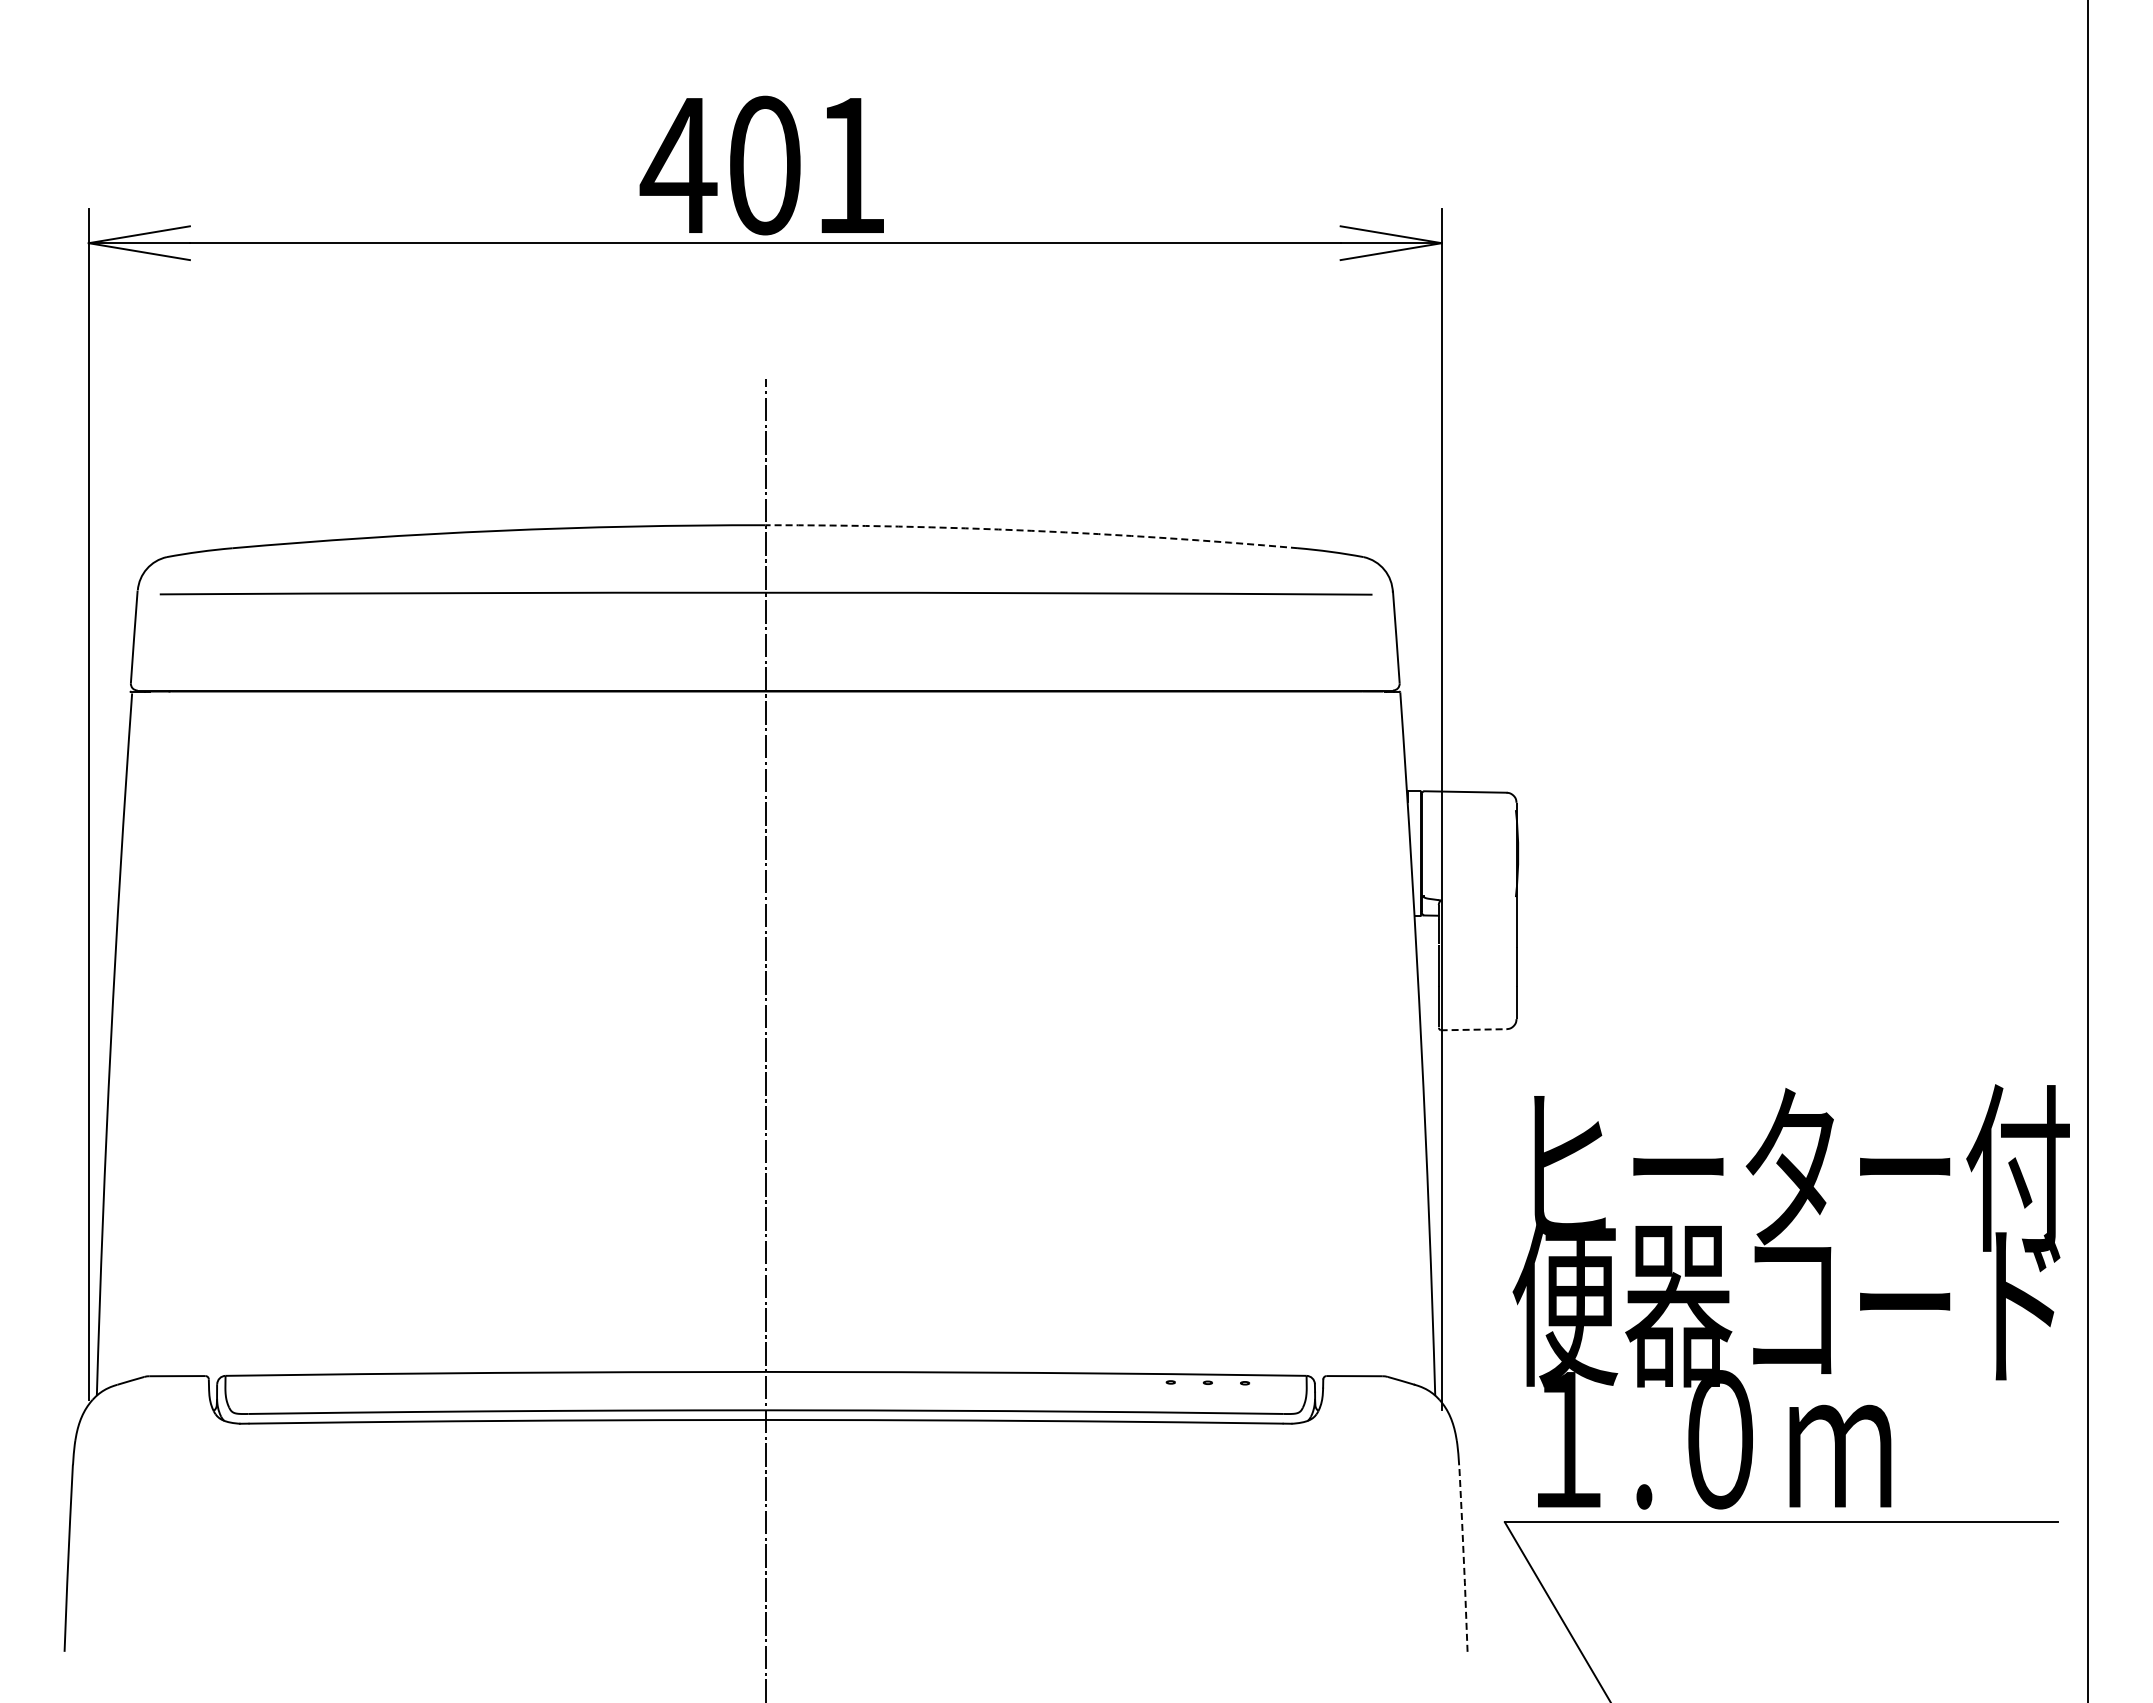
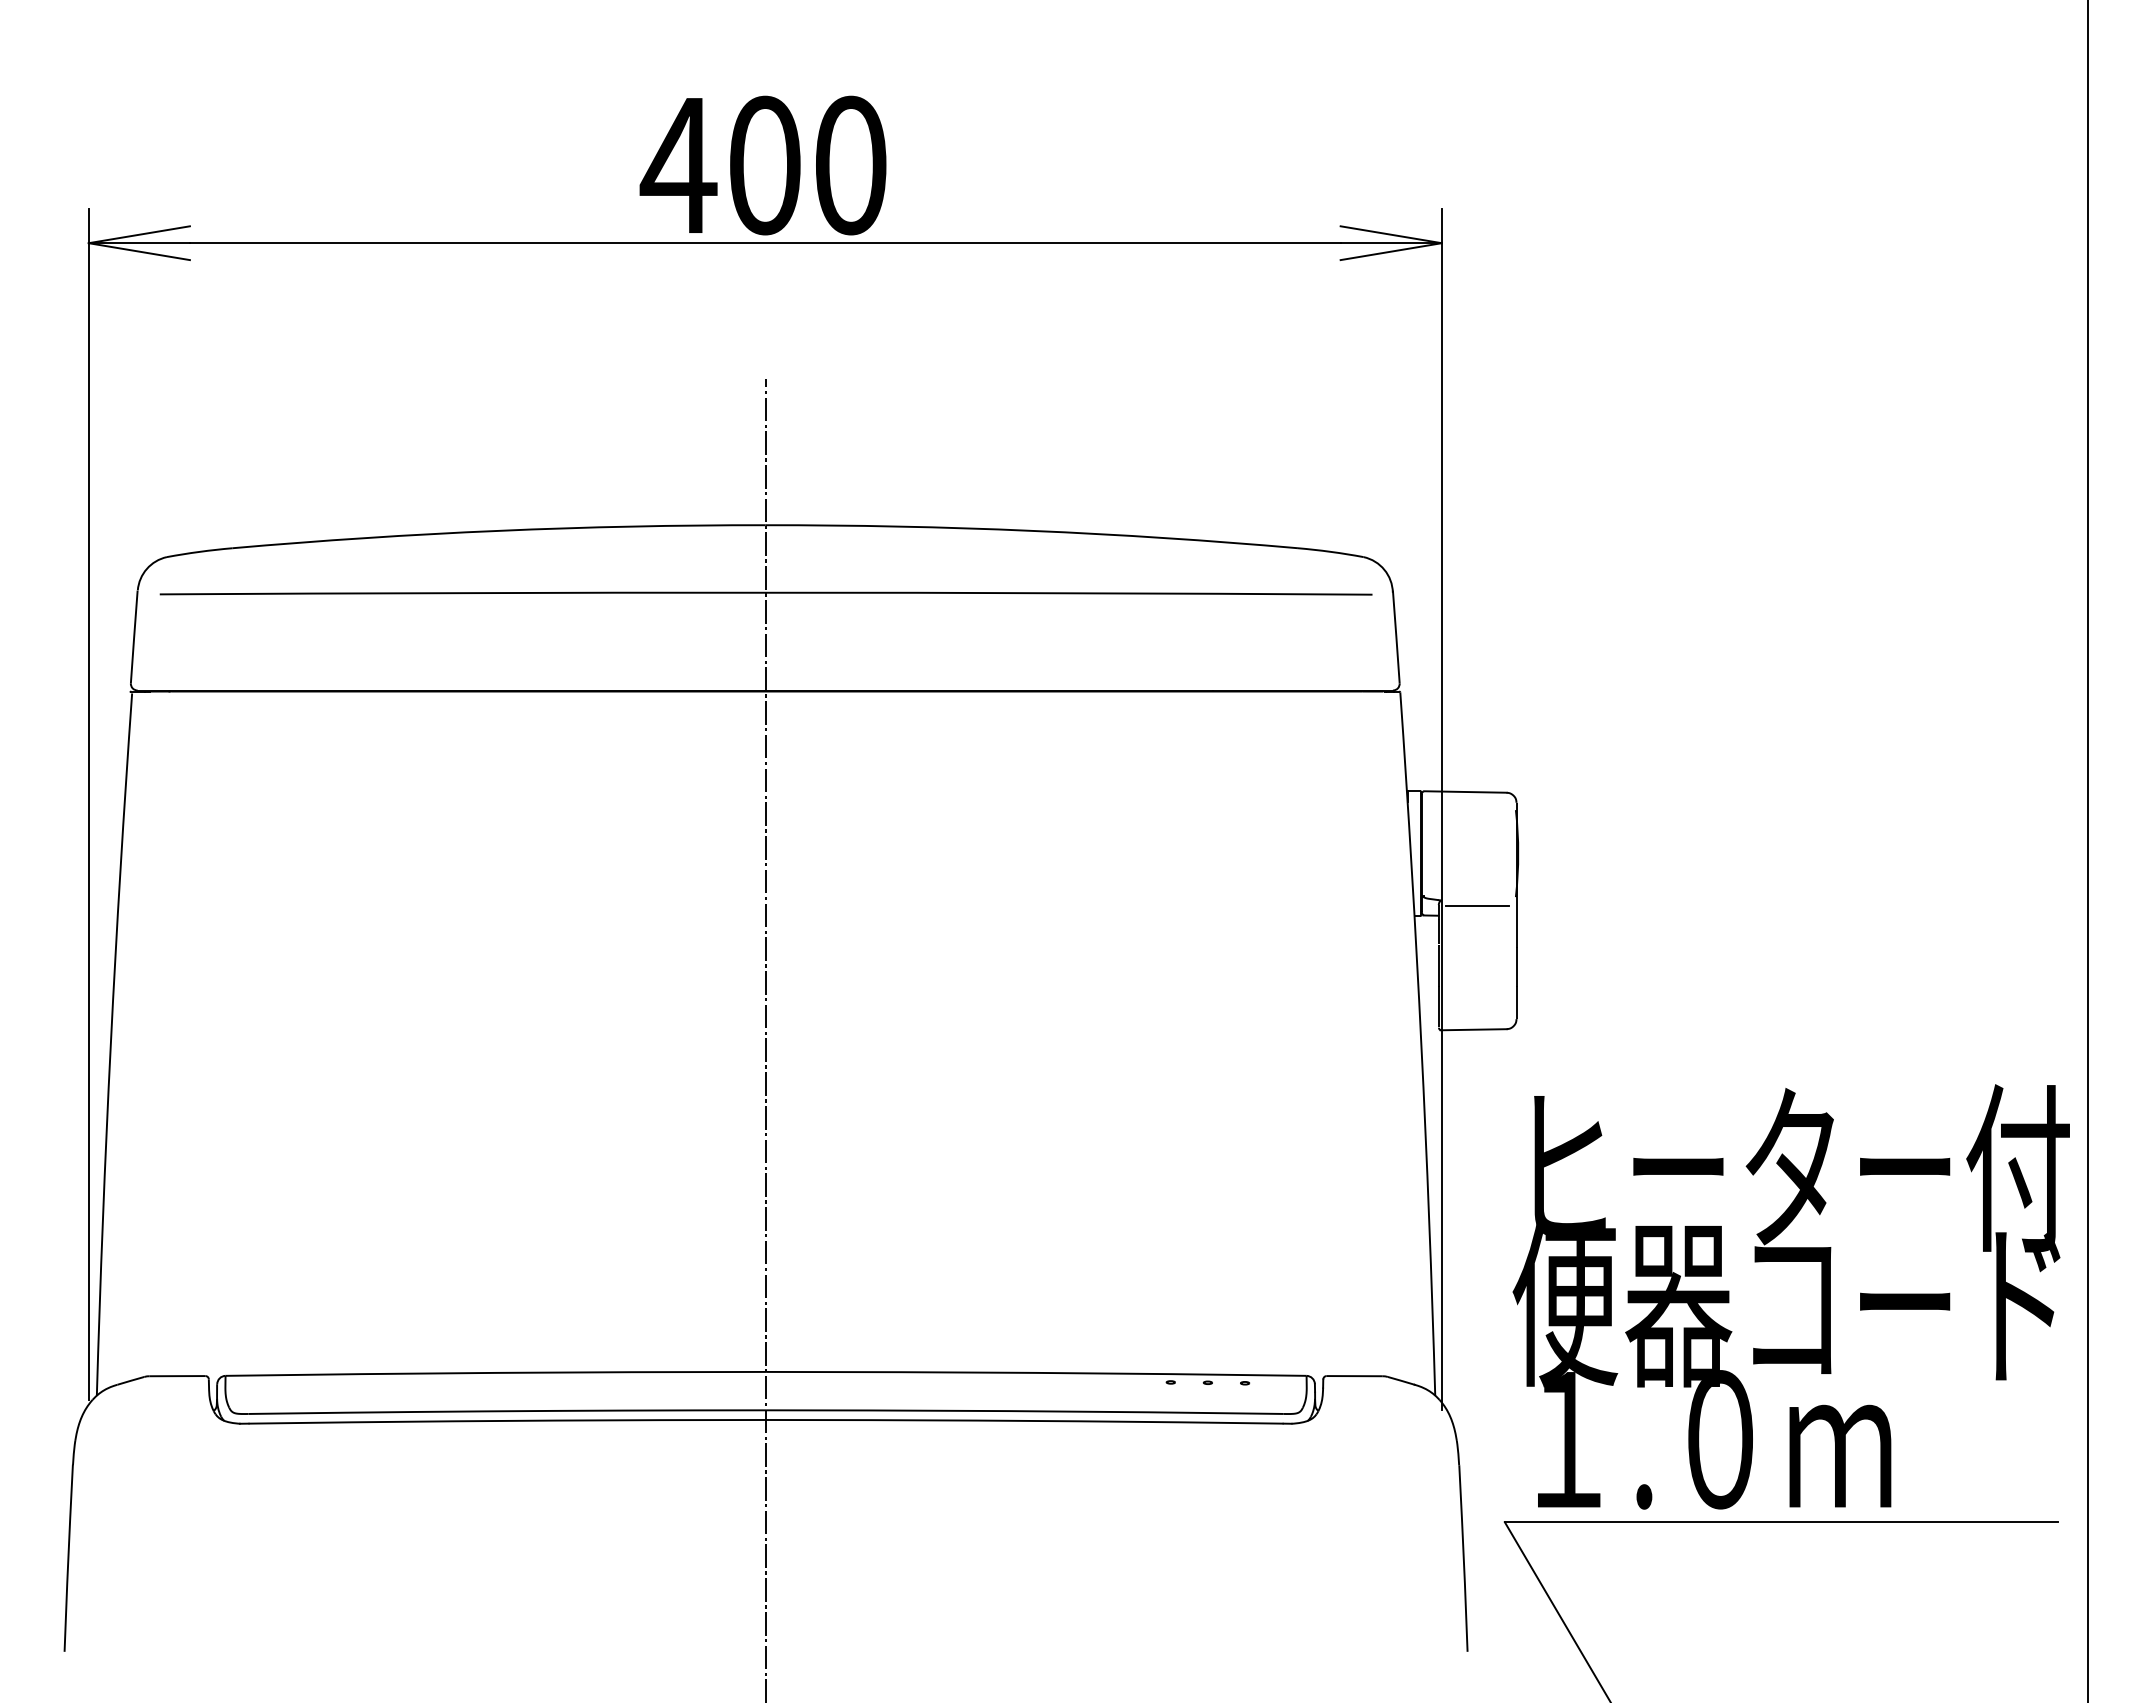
text at (851, 165): 401 -> 400
arc at (1031, 530): dashed -> solid
line at (1477, 905): none -> present
line at (1474, 1029): dashed -> solid
line at (1463, 1557): dashed -> solid
